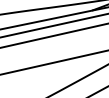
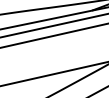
line at (53, 62) position: (53, 62) -> (53, 73)
